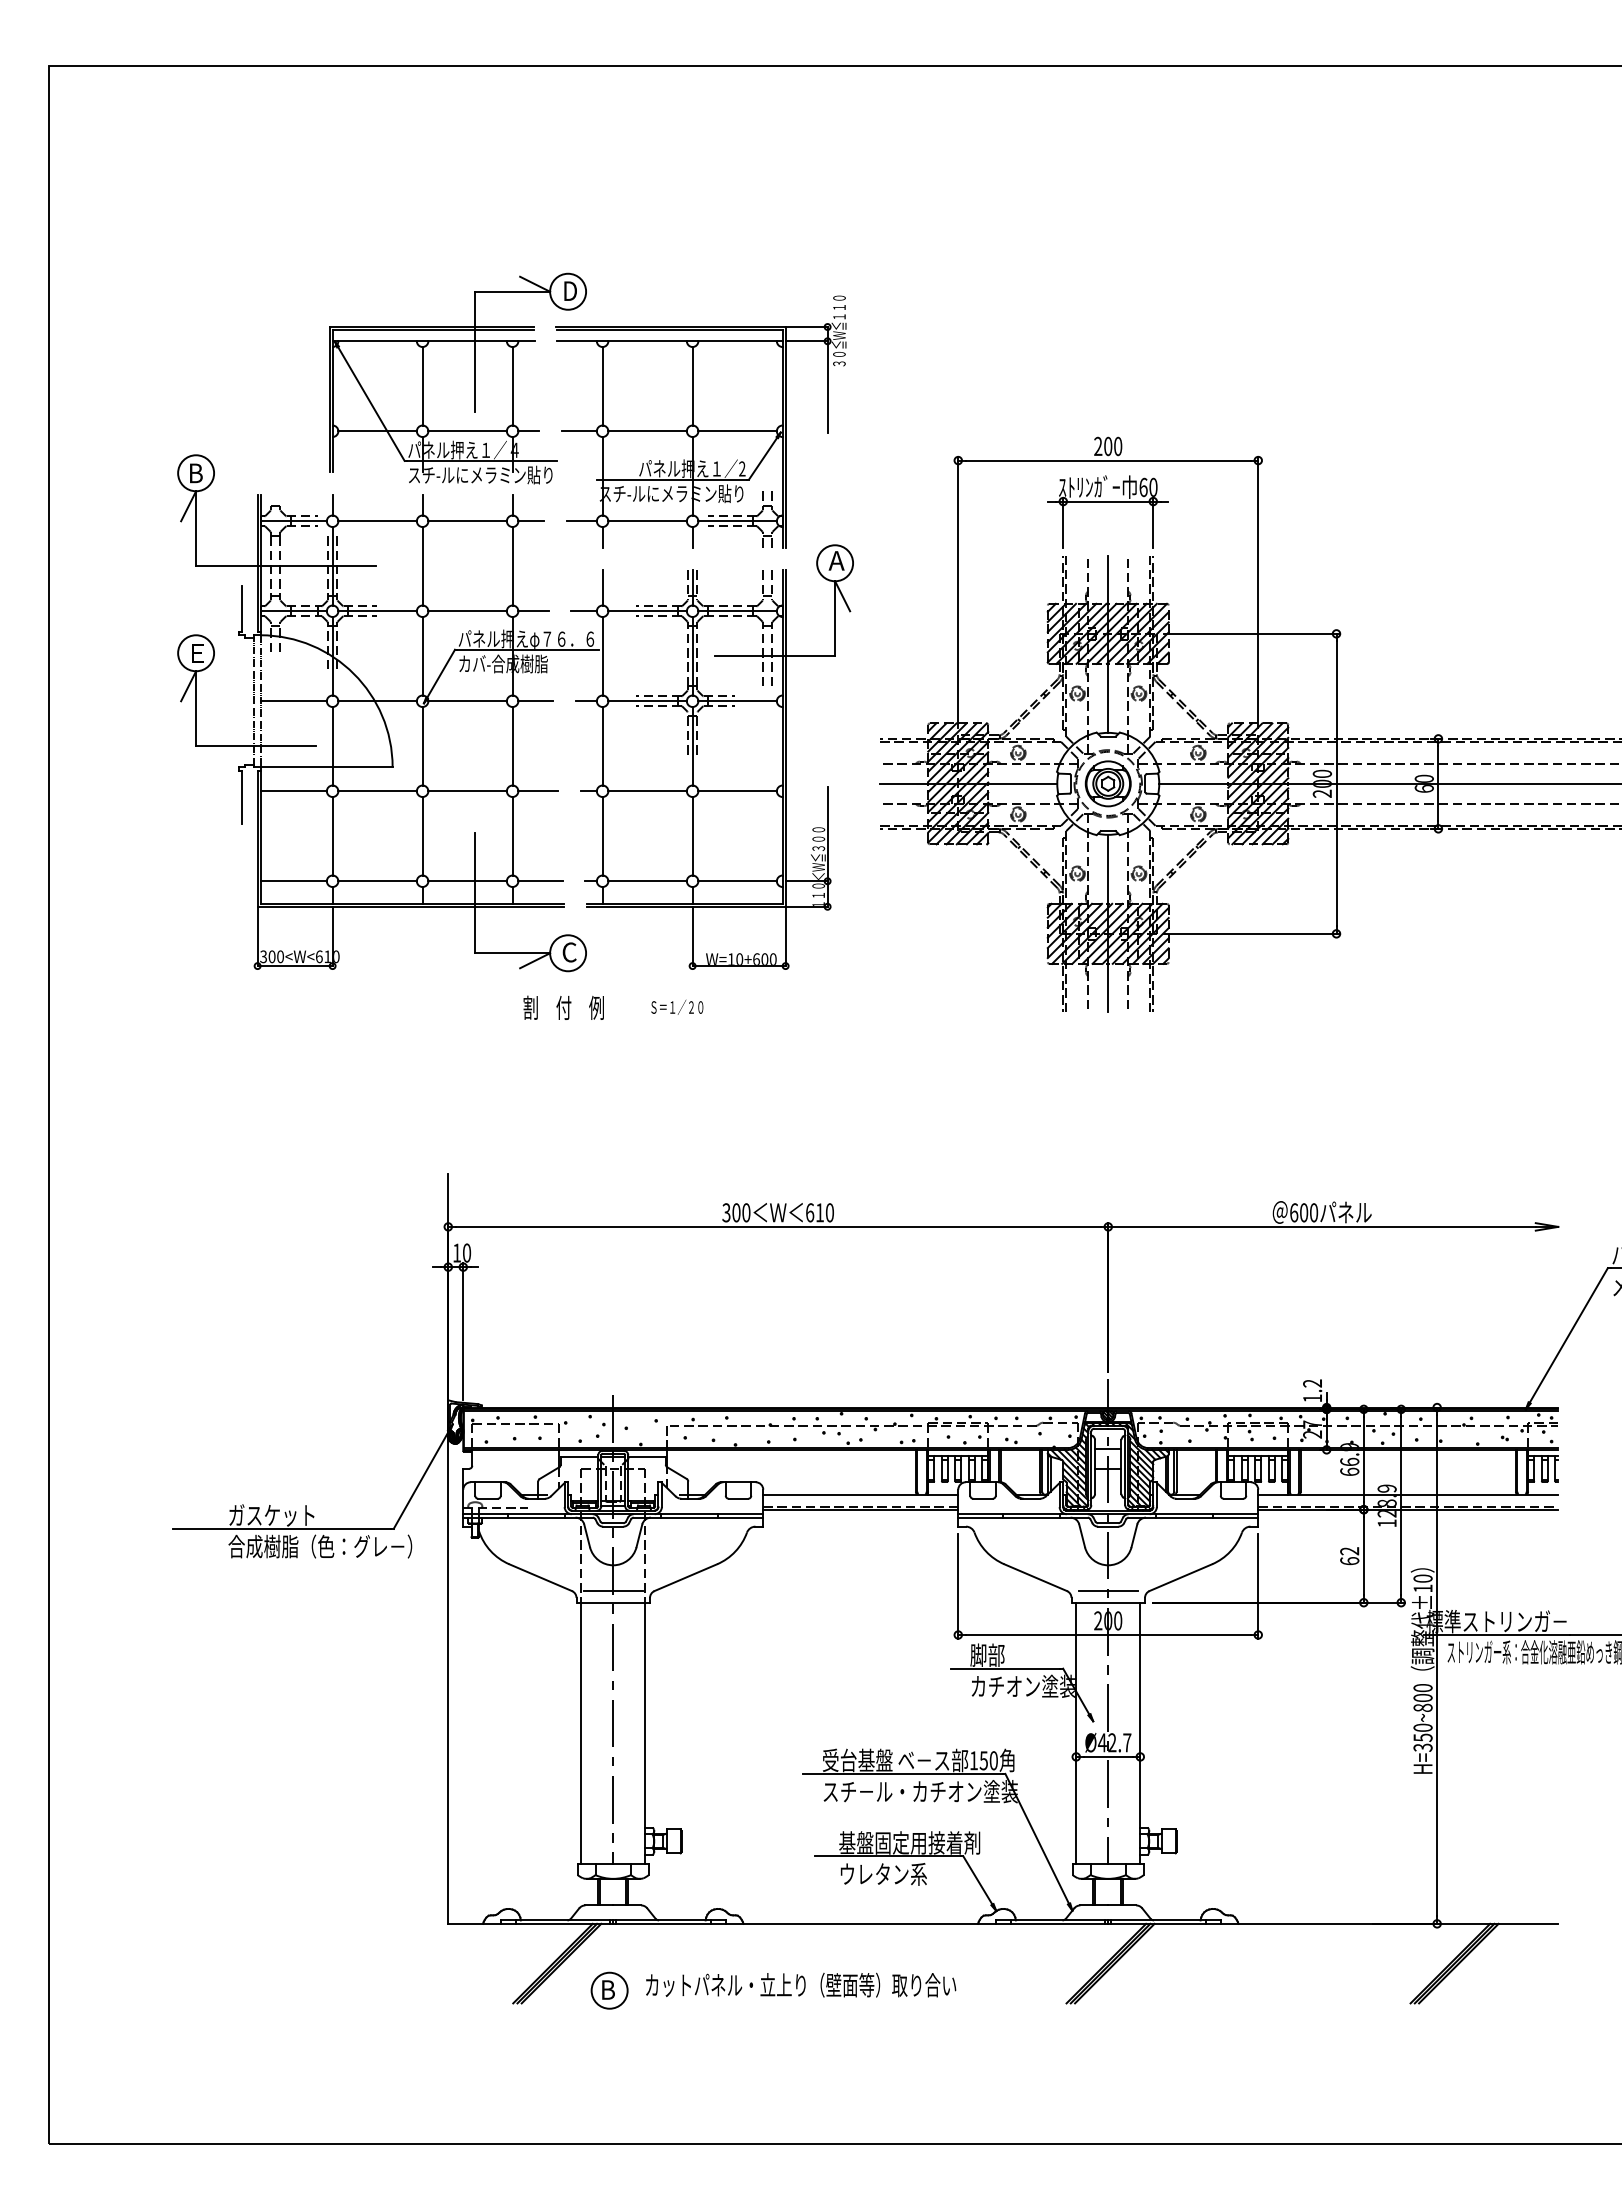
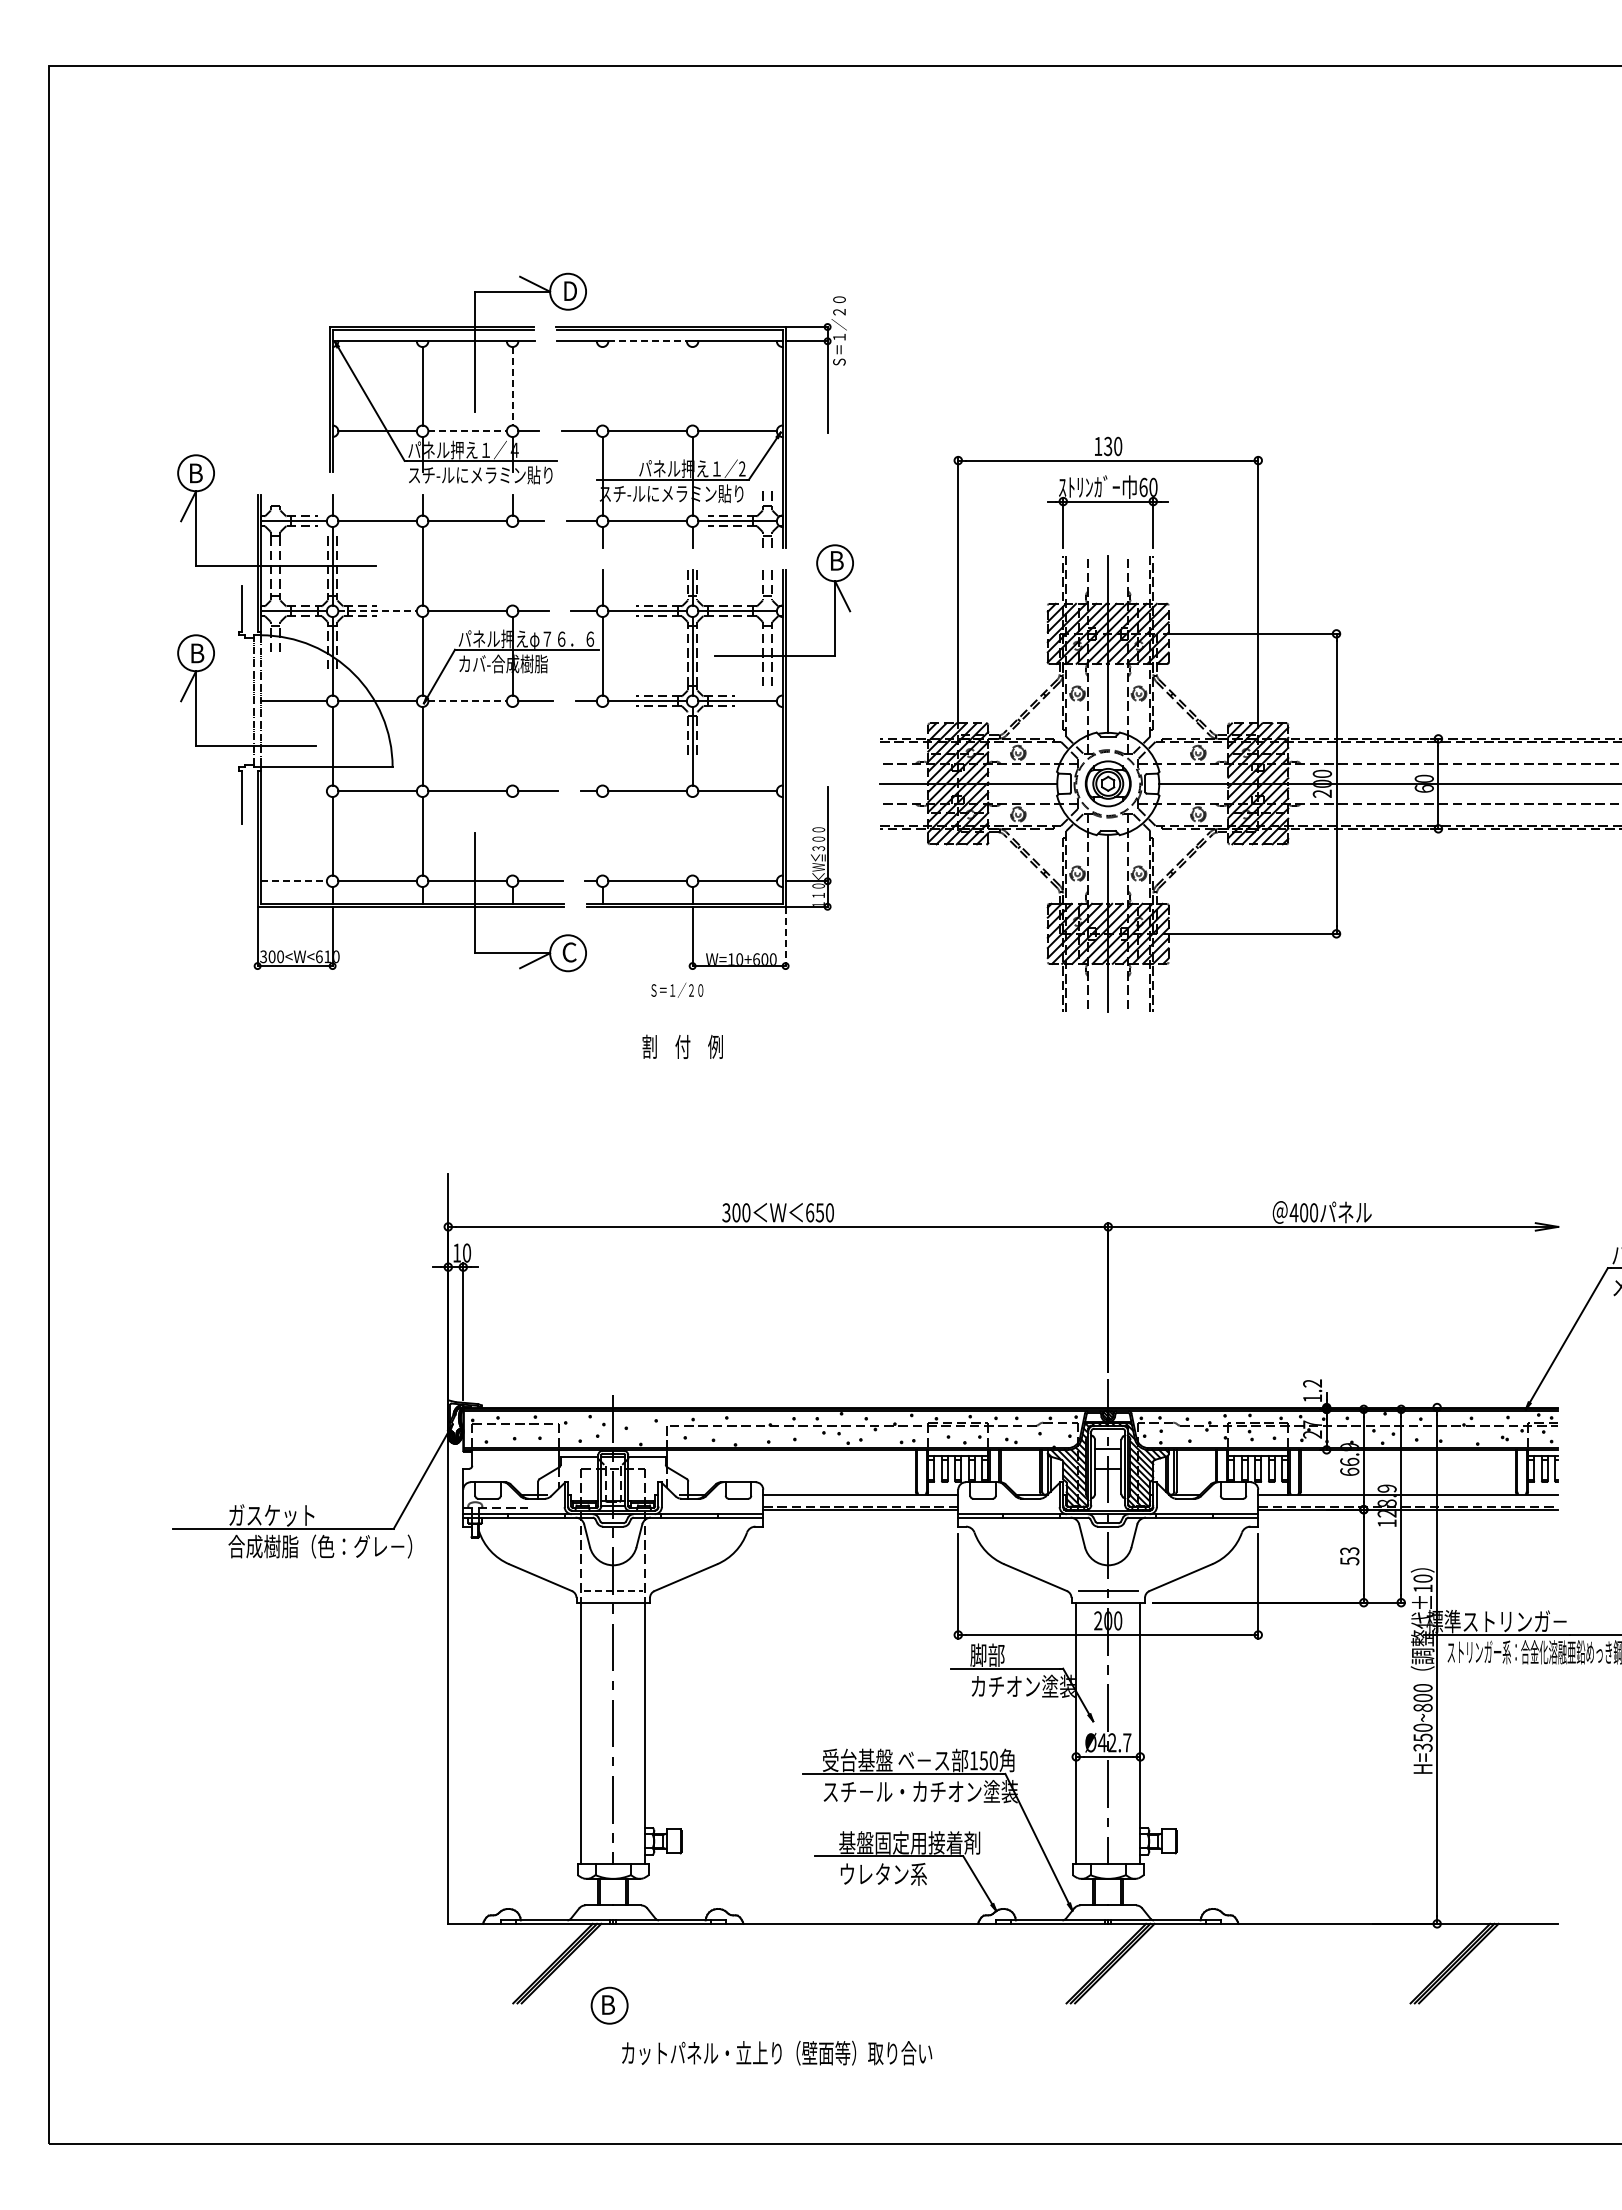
text at (838, 330): ３０≦Ｗ≦１１０ -> Ｓ＝１／２０
line at (648, 341): solid -> dashed
line at (512, 386): solid -> dashed
line at (602, 386): present -> none
line at (692, 386): present -> none
line at (468, 431): solid -> dashed
text at (1103, 445): 200 -> 130
text at (836, 560): A -> B
line at (512, 565): present -> none
line at (378, 611): solid -> dashed
text at (197, 653): E -> B
line at (468, 701): solid -> dashed
line at (512, 745): present -> none
line at (602, 745): present -> none
line at (293, 791): present -> none
line at (512, 835): present -> none
line at (602, 835): present -> none
line at (692, 835): present -> none
line at (294, 881): solid -> dashed
line at (785, 936): solid -> dashed
text at (677, 1006) position: (677, 1006) -> (677, 989)
text at (563, 1007) position: (563, 1007) -> (682, 1046)
text at (819, 1212): 610 -> 650
text at (1293, 1212): 600 -> 400
text at (1349, 1556): 62 -> 53
line at (613, 1590): solid -> dashed
text at (801, 1984) position: (801, 1984) -> (777, 2052)
part at (609, 1990) position: (609, 1990) -> (609, 2005)
